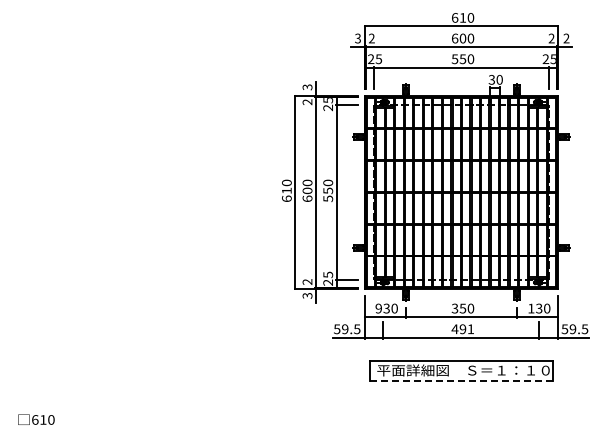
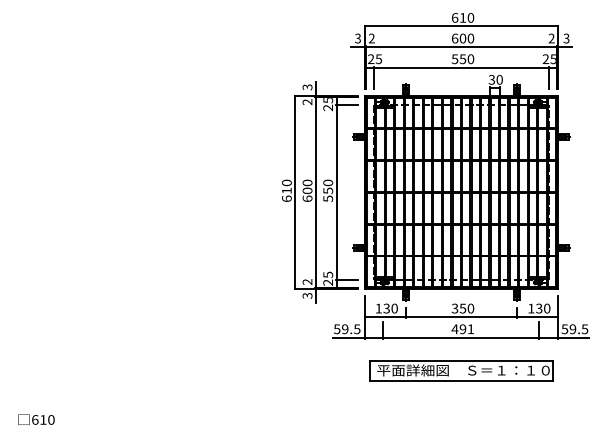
text at (566, 38): 2 -> 3
text at (378, 308): 930 -> 130
line at (460, 381): dashed -> solid
